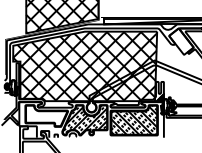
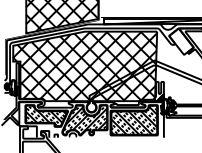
hatch at (46, 115): none -> present
